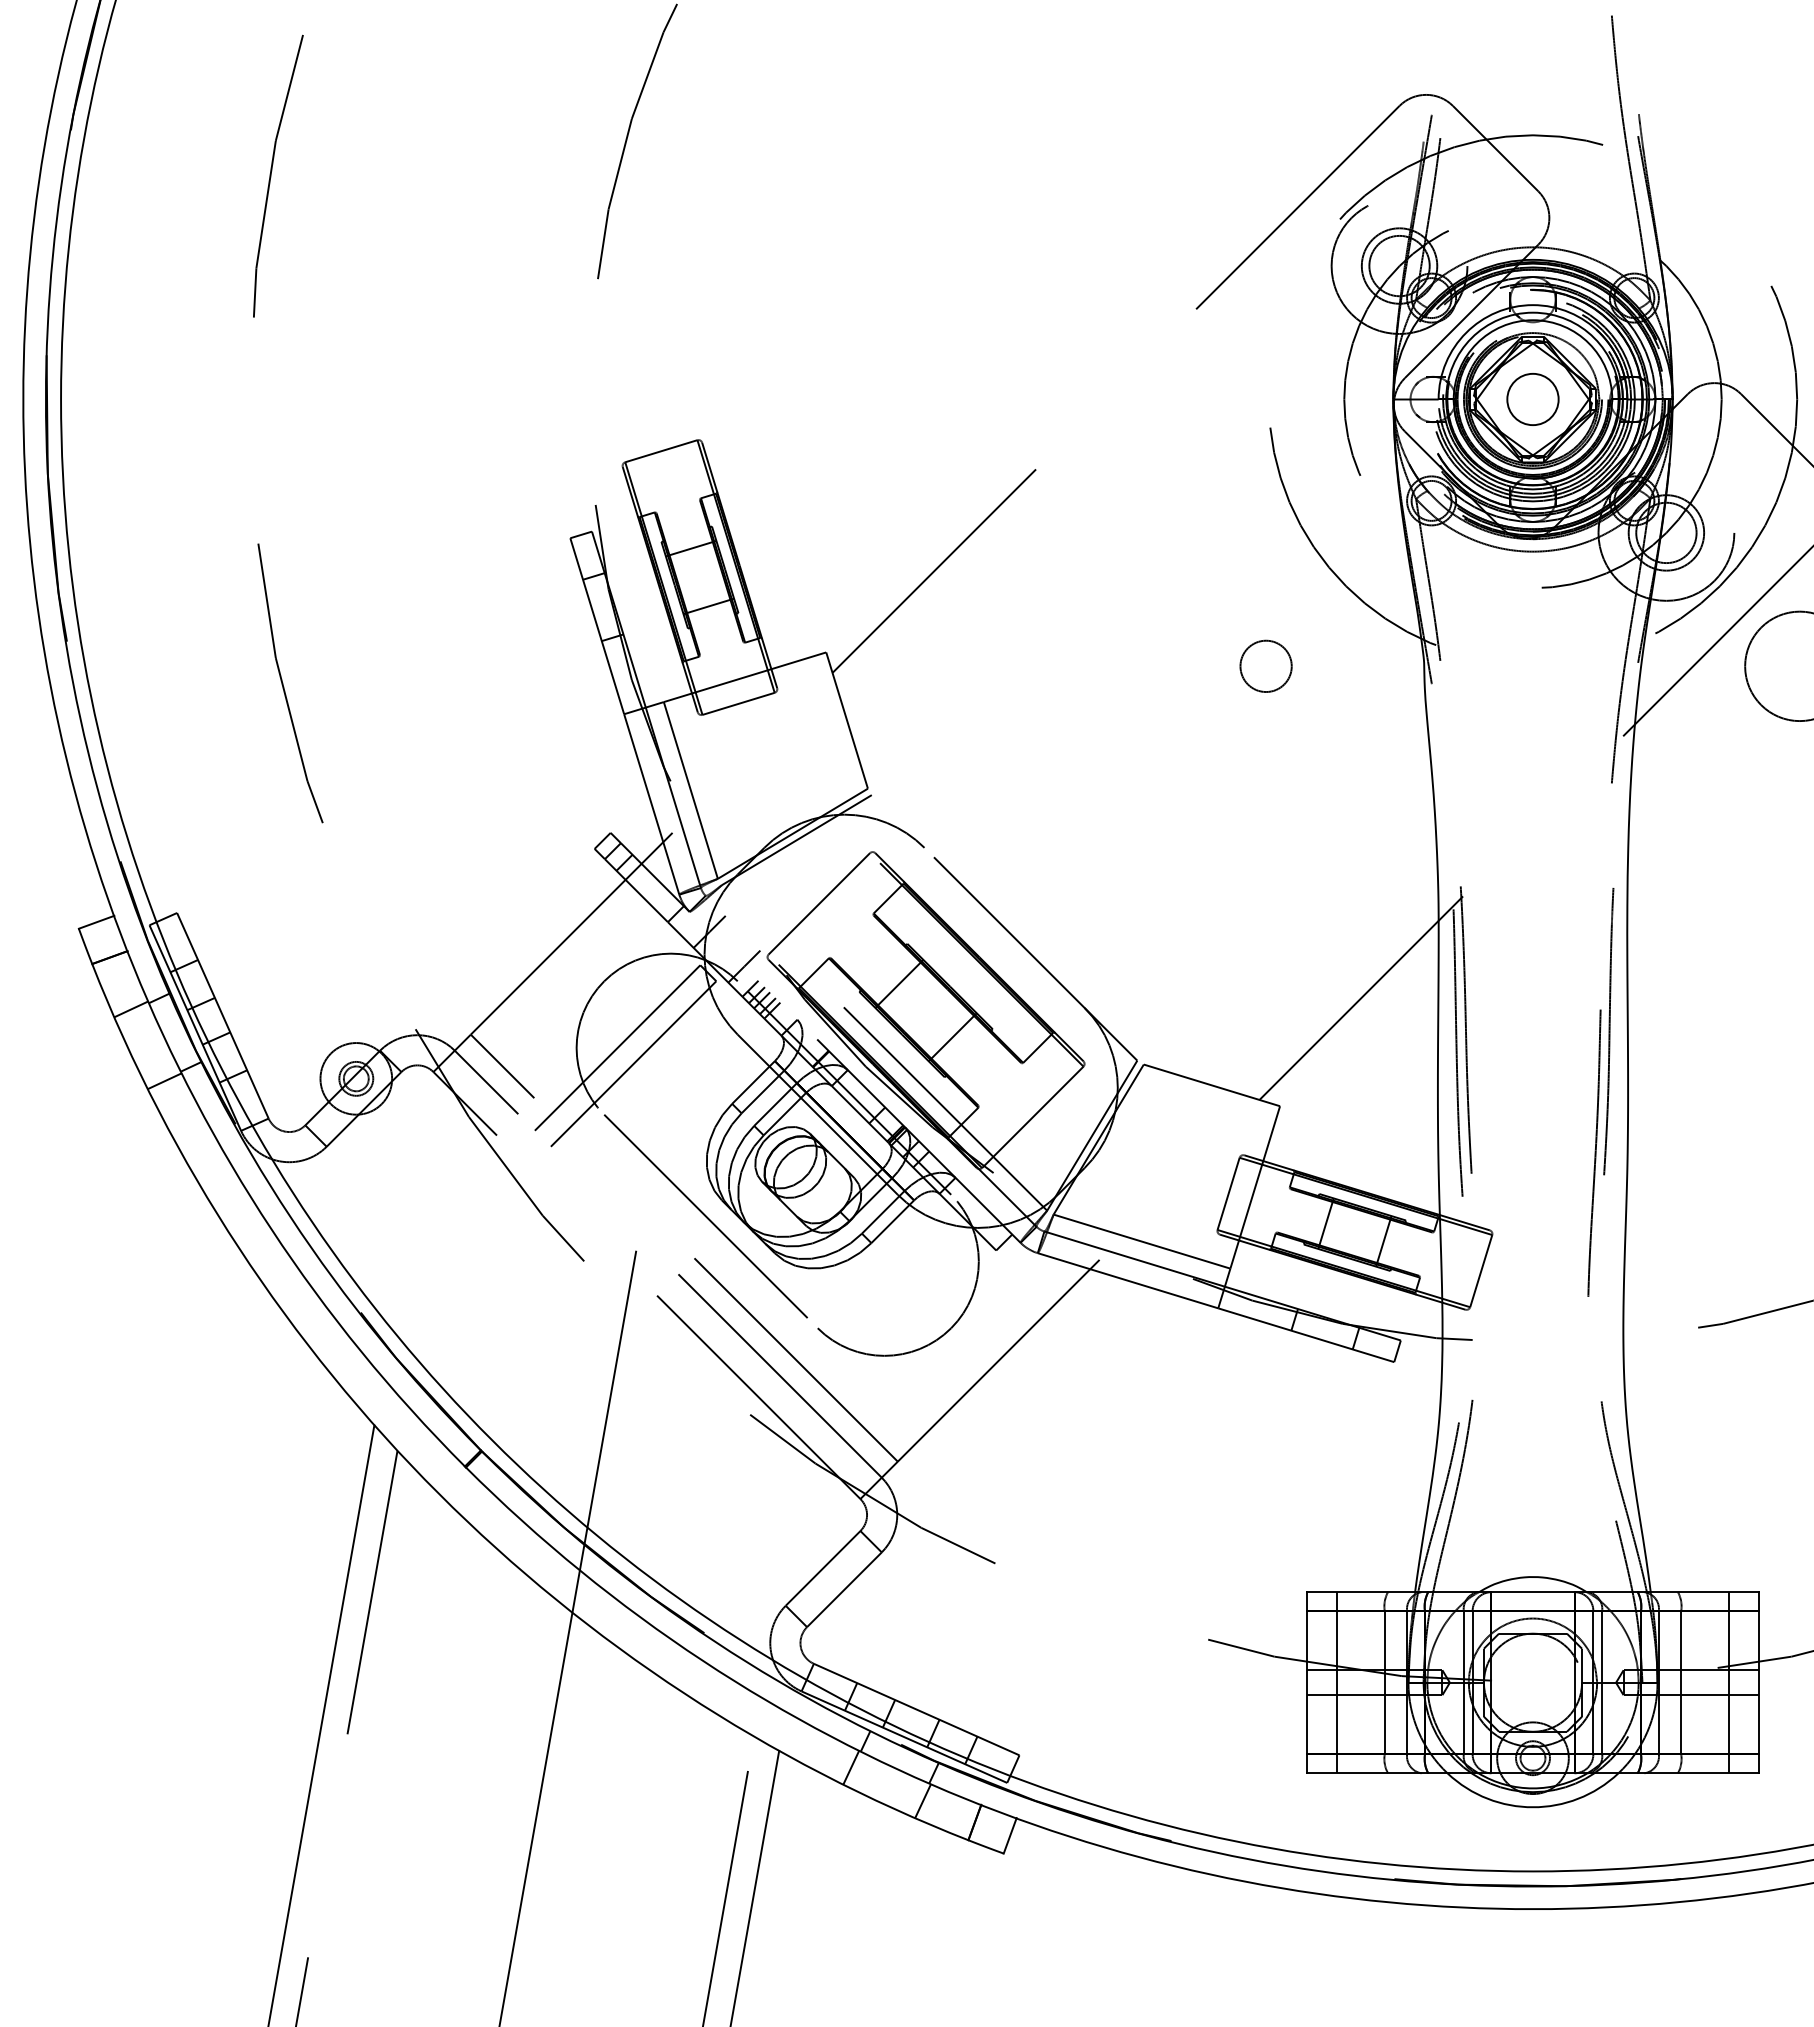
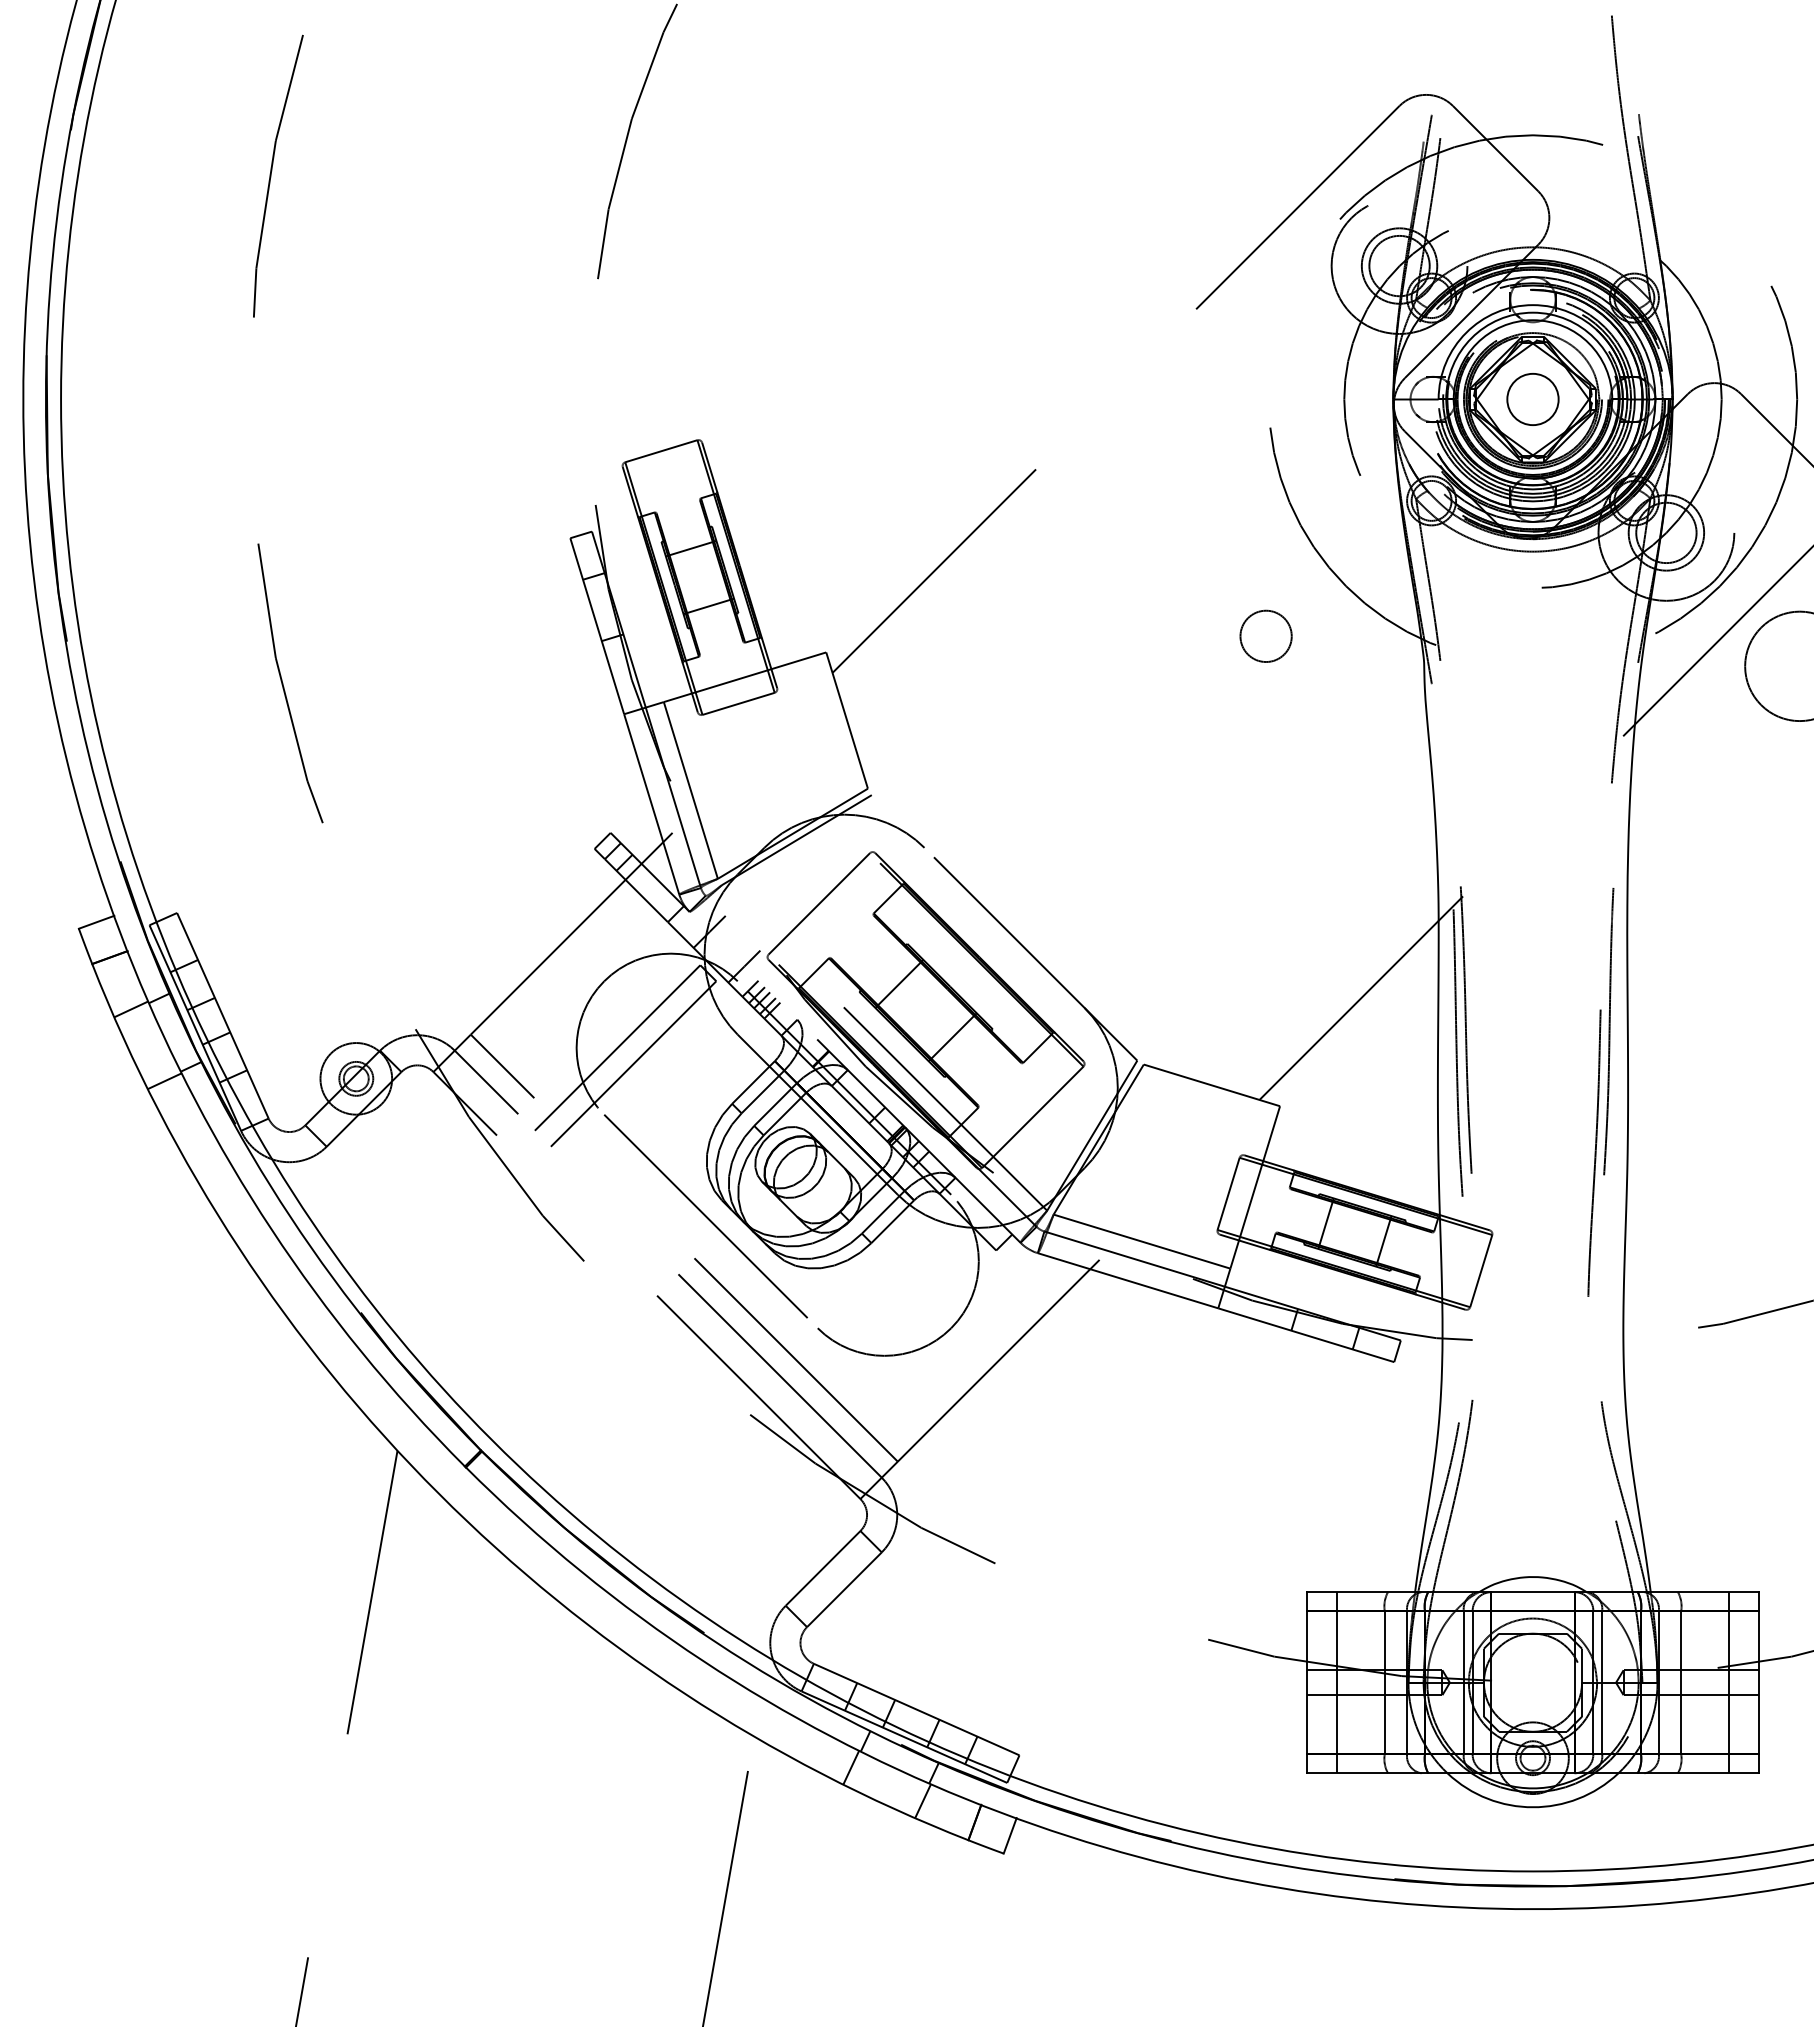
circle at (1265, 665) position: (1265, 665) -> (1265, 635)
line at (575, 1590): present -> none
line at (321, 1724): present -> none
line at (755, 1886): present -> none
